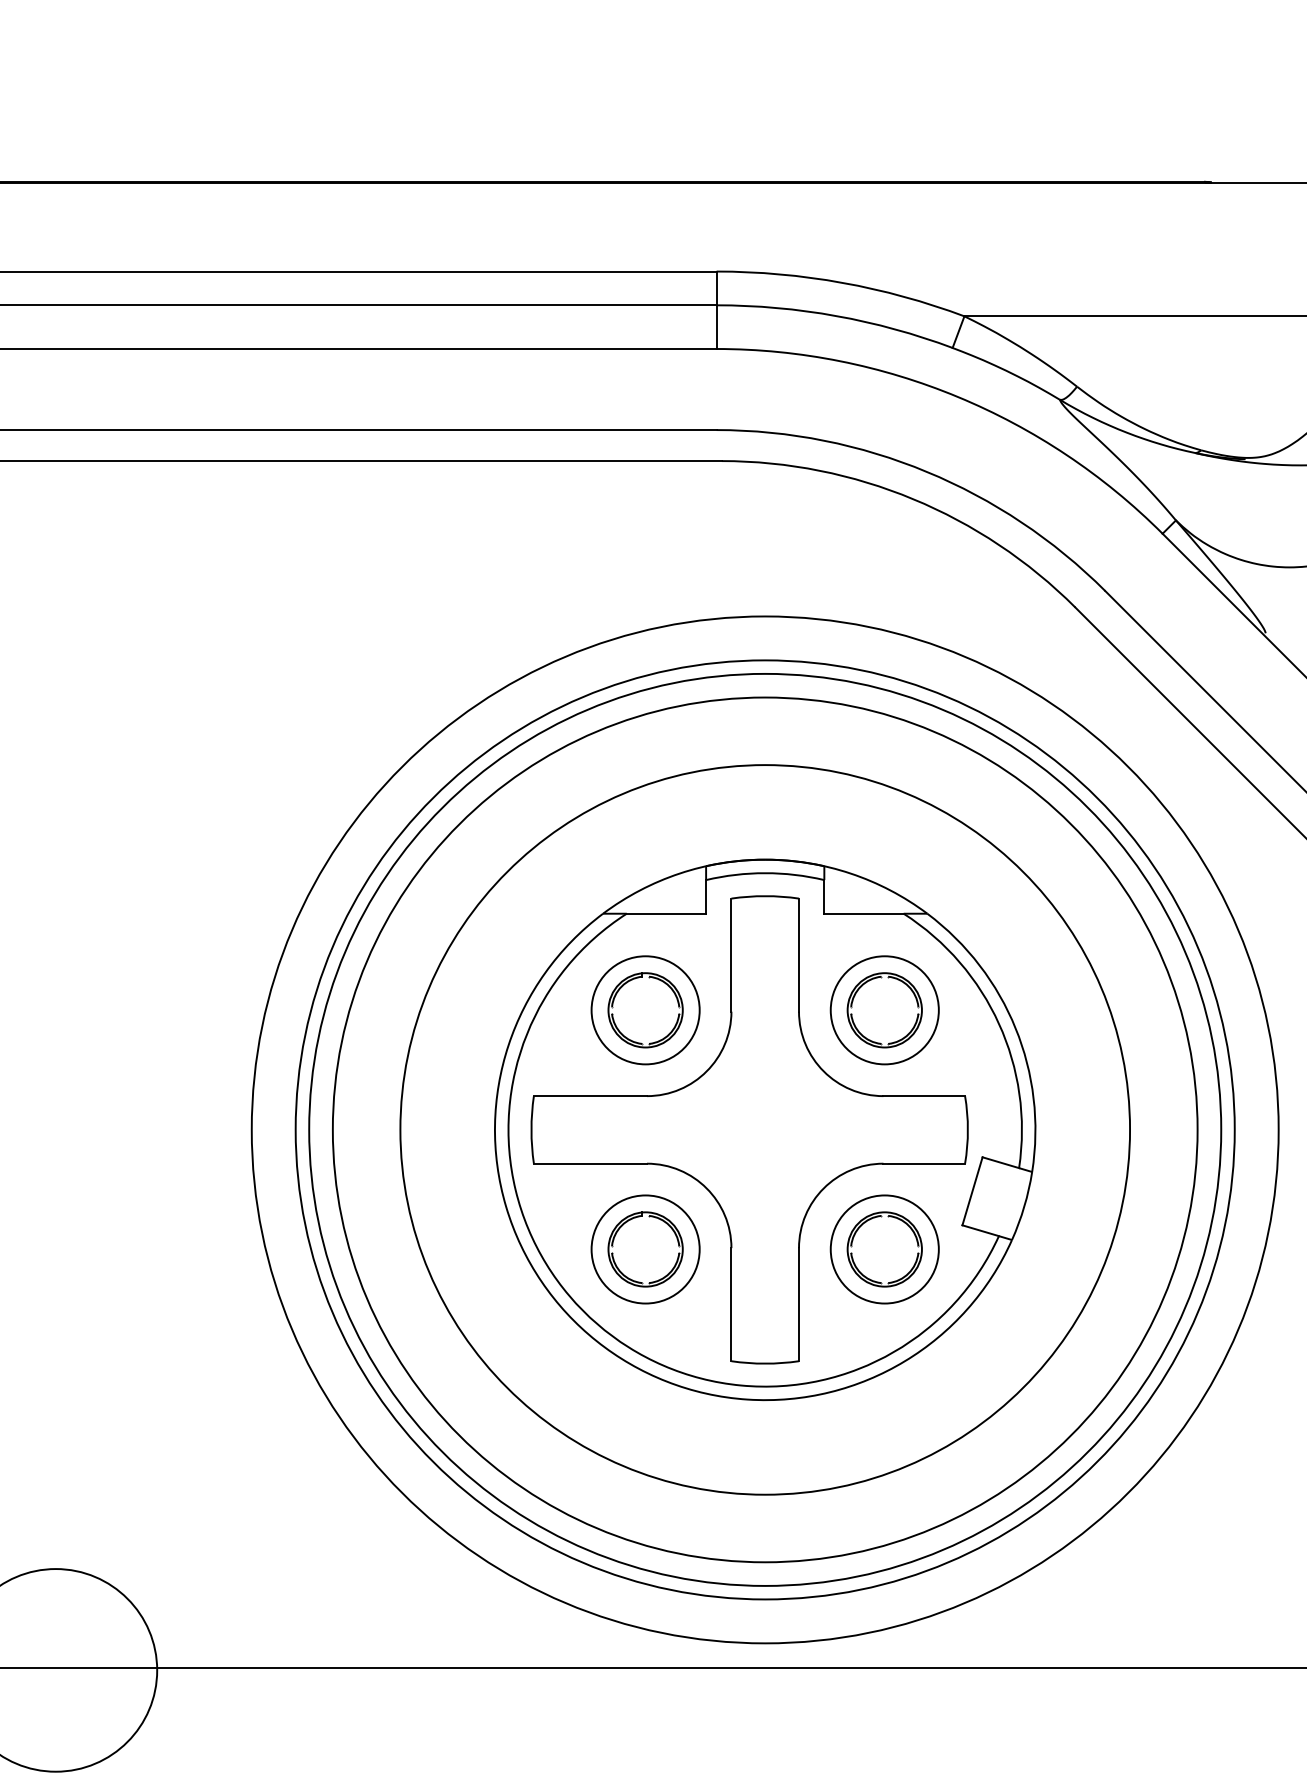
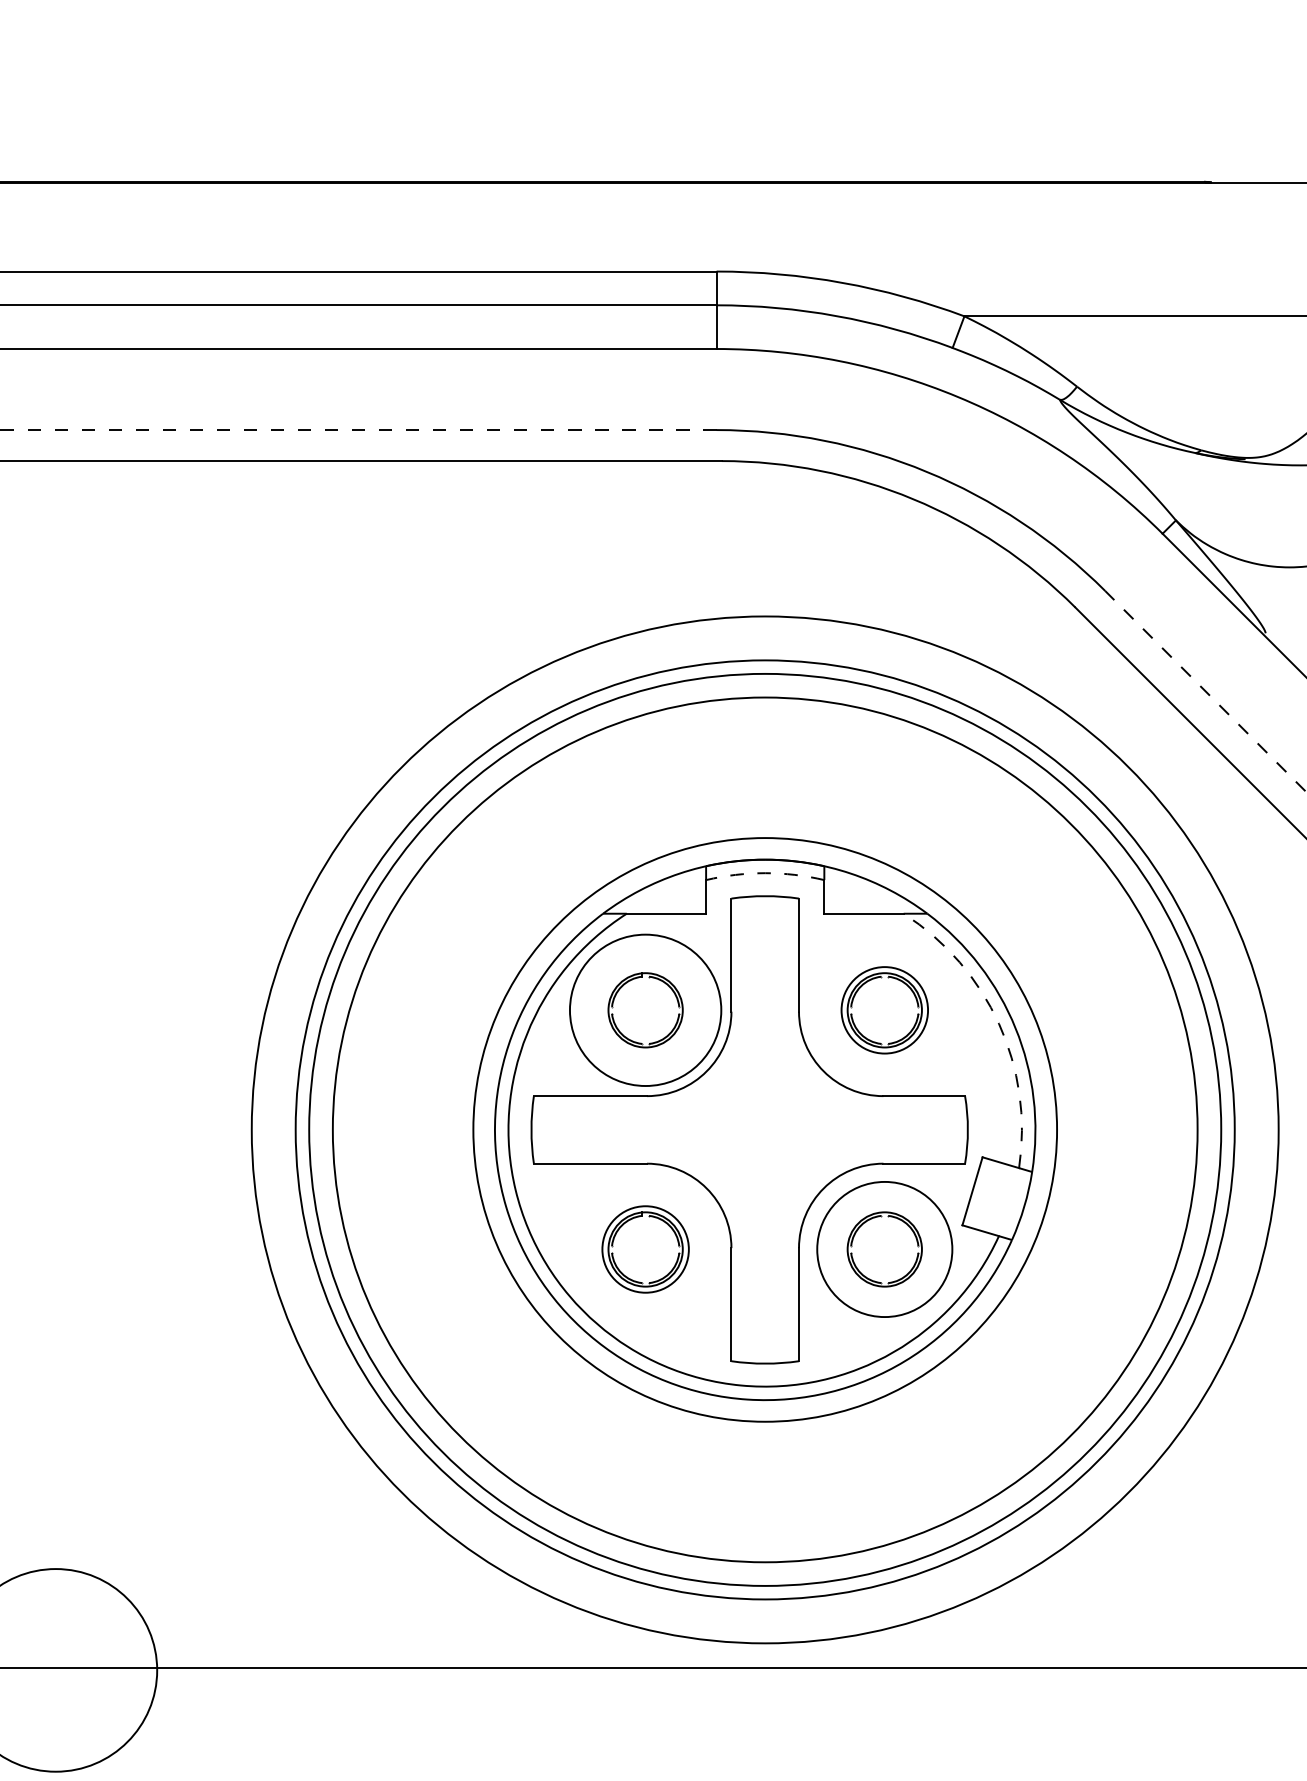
line at (358, 430): solid -> dashed
line at (1205, 691): solid -> dashed
arc at (765, 873): solid -> dashed
circle at (645, 1010) diameter: 108 px -> 151 px
circle at (884, 1010) diameter: 108 px -> 86 px
arc at (999, 1023): solid -> dashed
circle at (765, 1129) diameter: 730 px -> 584 px
circle at (645, 1249) diameter: 108 px -> 86 px
circle at (884, 1249) diameter: 108 px -> 135 px
